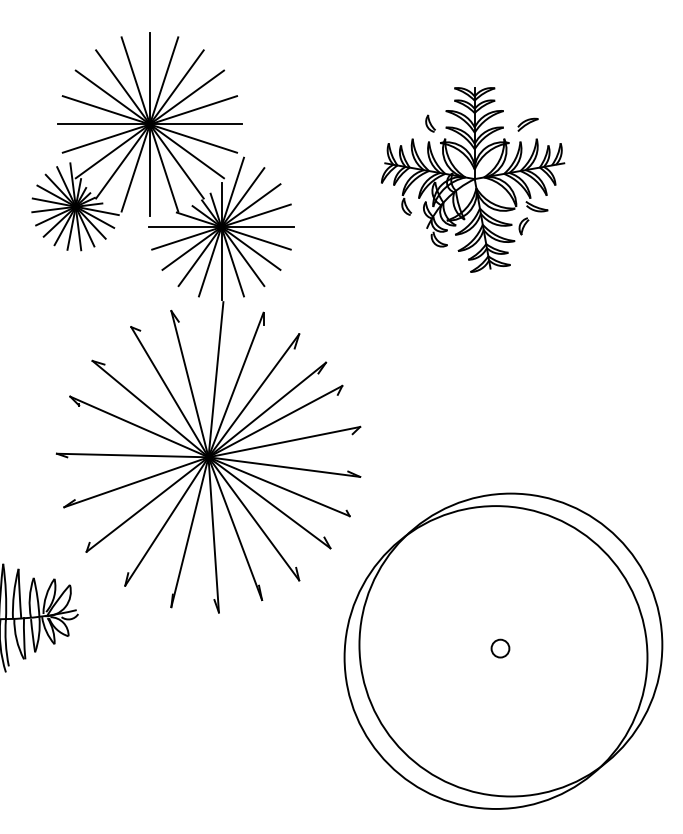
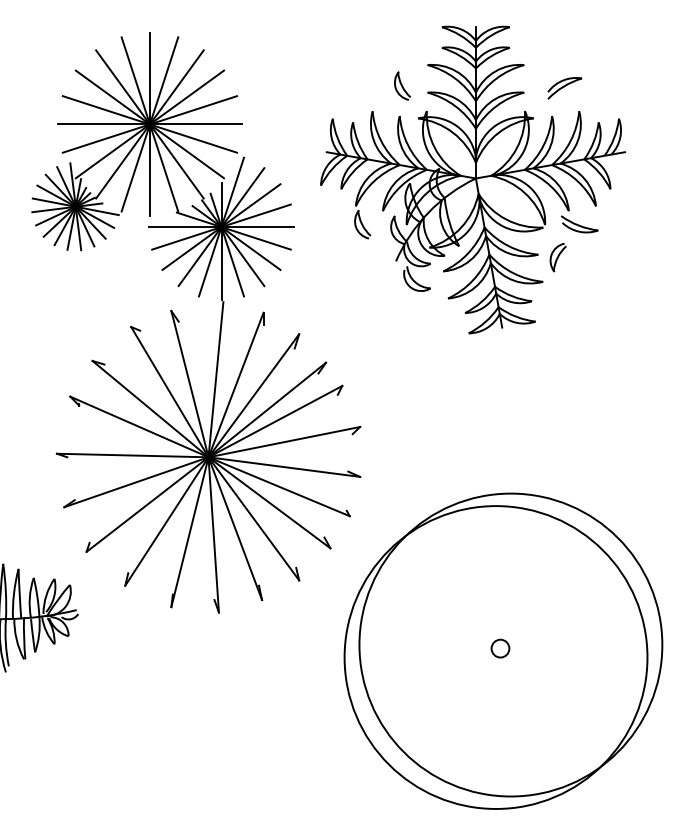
part at (473, 179) size: 185x186 px -> 306x310 px
